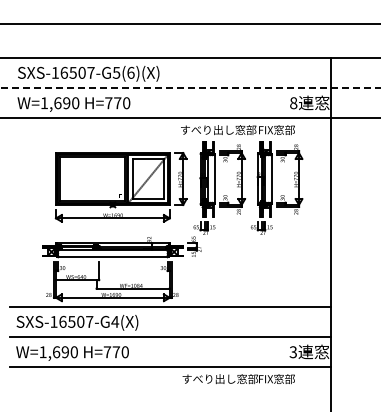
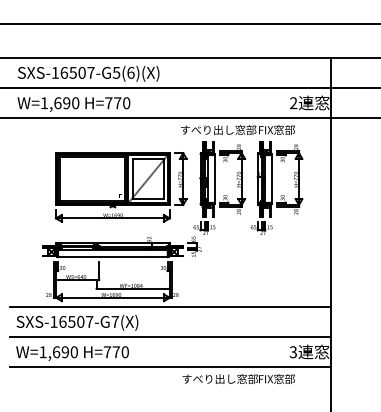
line at (190, 88): dashed -> solid
text at (293, 103): 8 -> 2
text at (115, 321): SXS-16507-G4(X) -> SXS-16507-G7(X)
